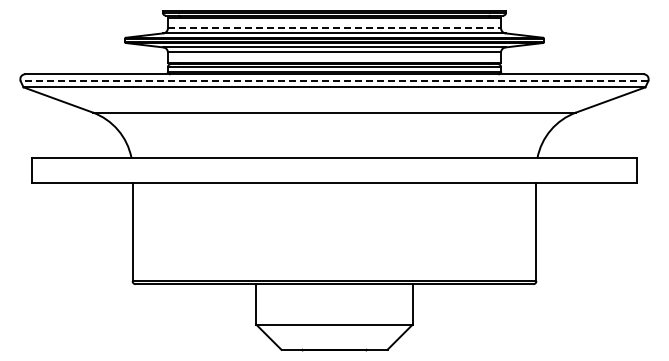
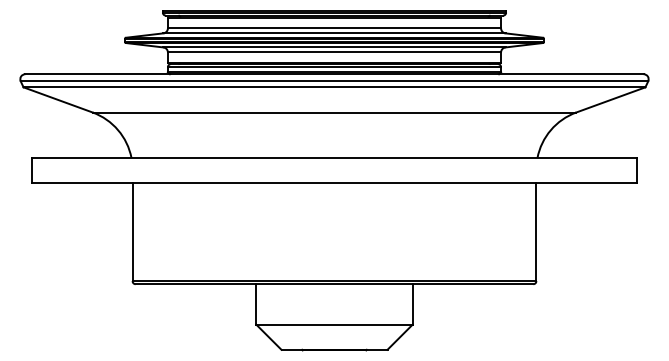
line at (334, 28): dashed -> solid
line at (334, 81): dashed -> solid
